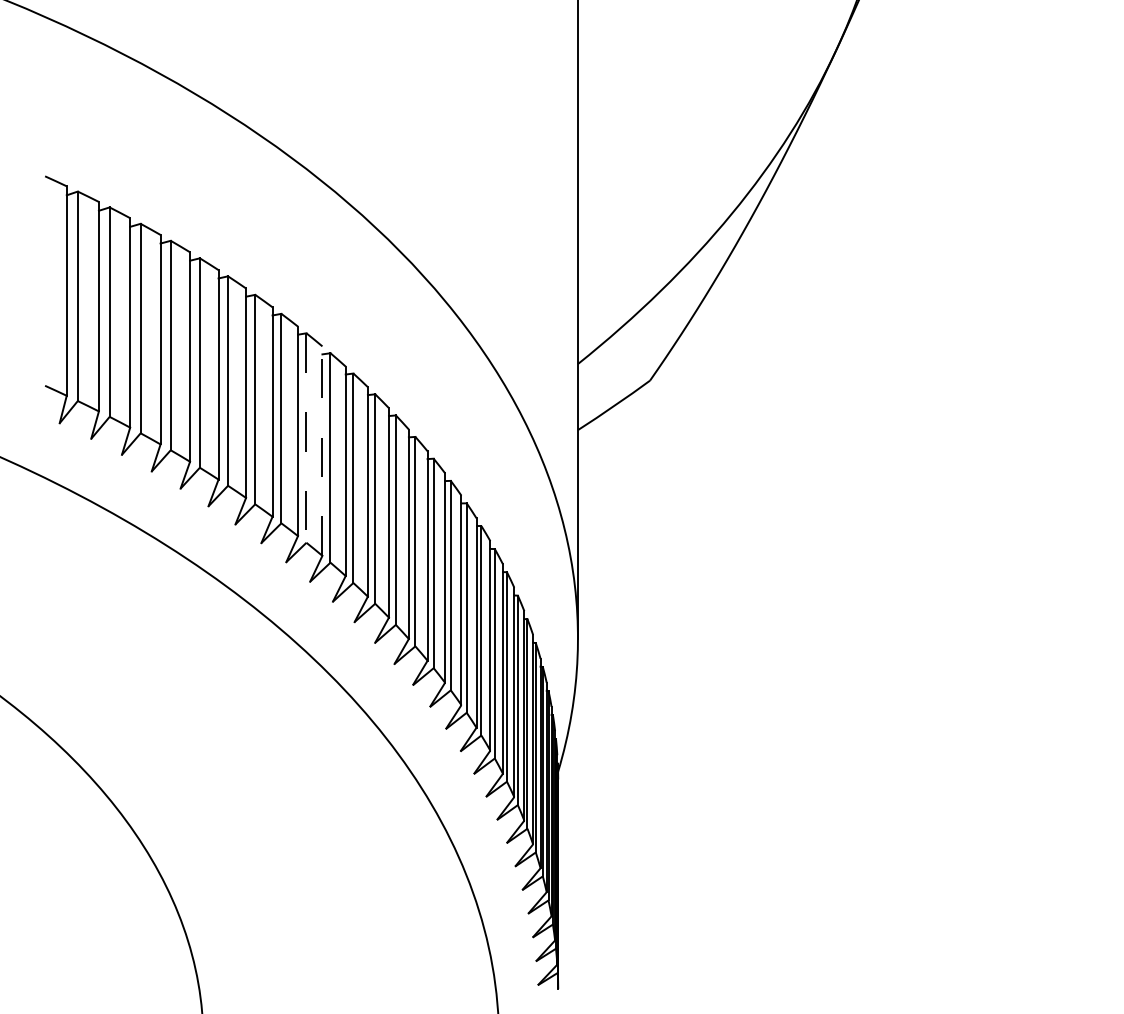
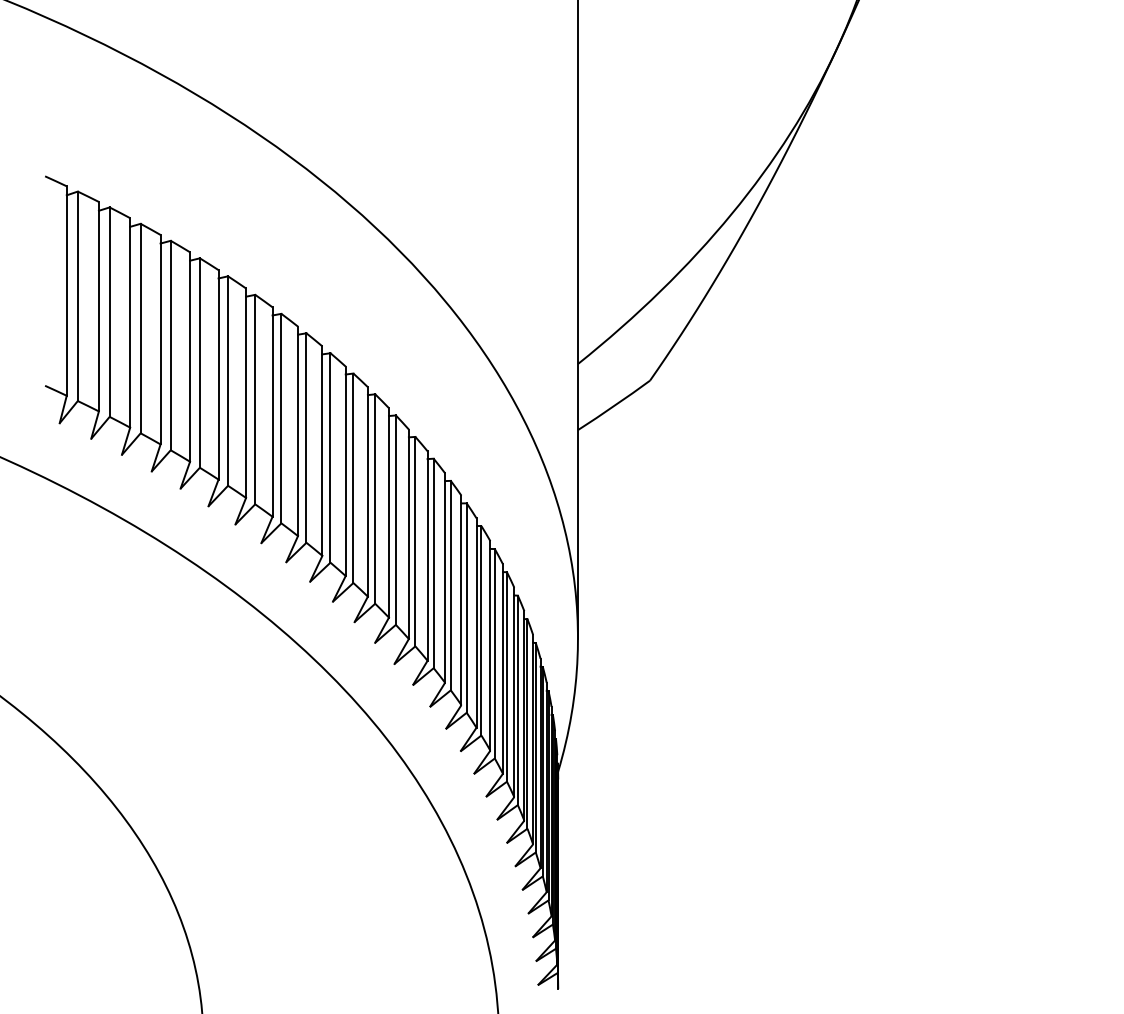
line at (306, 438): dashed -> solid
line at (322, 451): dashed -> solid
